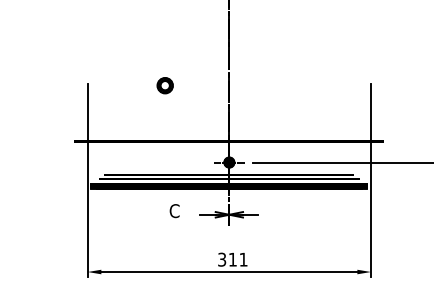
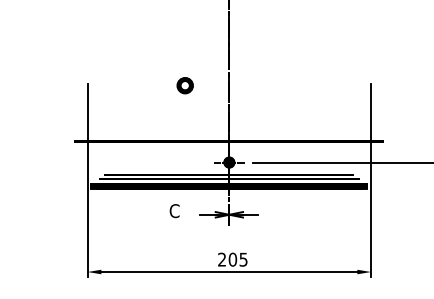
part at (164, 85) position: (164, 85) -> (184, 85)
text at (232, 259): 311 -> 205
